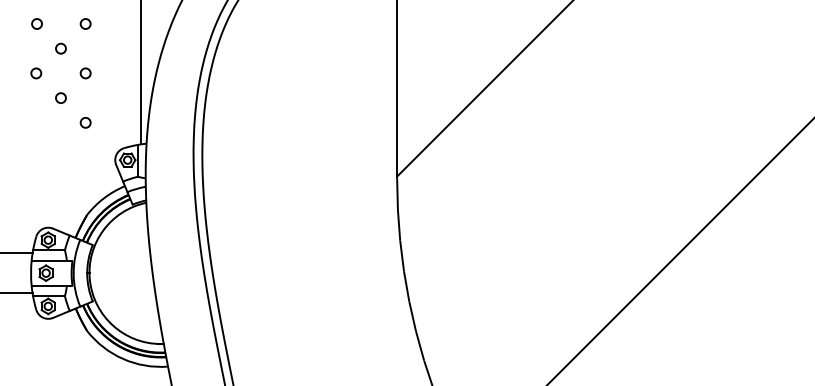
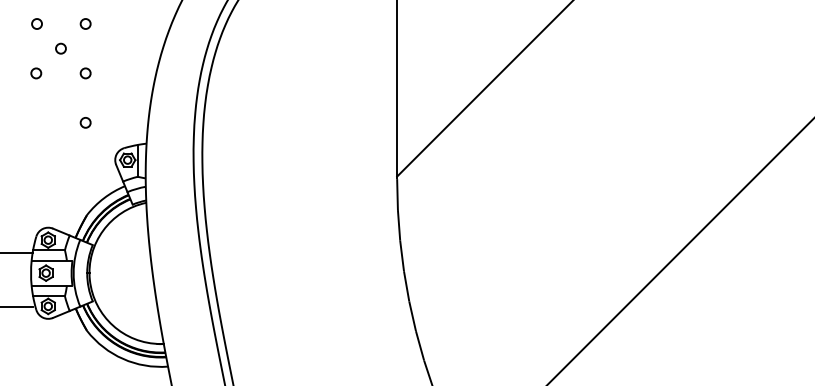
line at (141, 73): present -> none
circle at (60, 97): present -> none
line at (17, 293) position: (17, 293) -> (17, 307)
